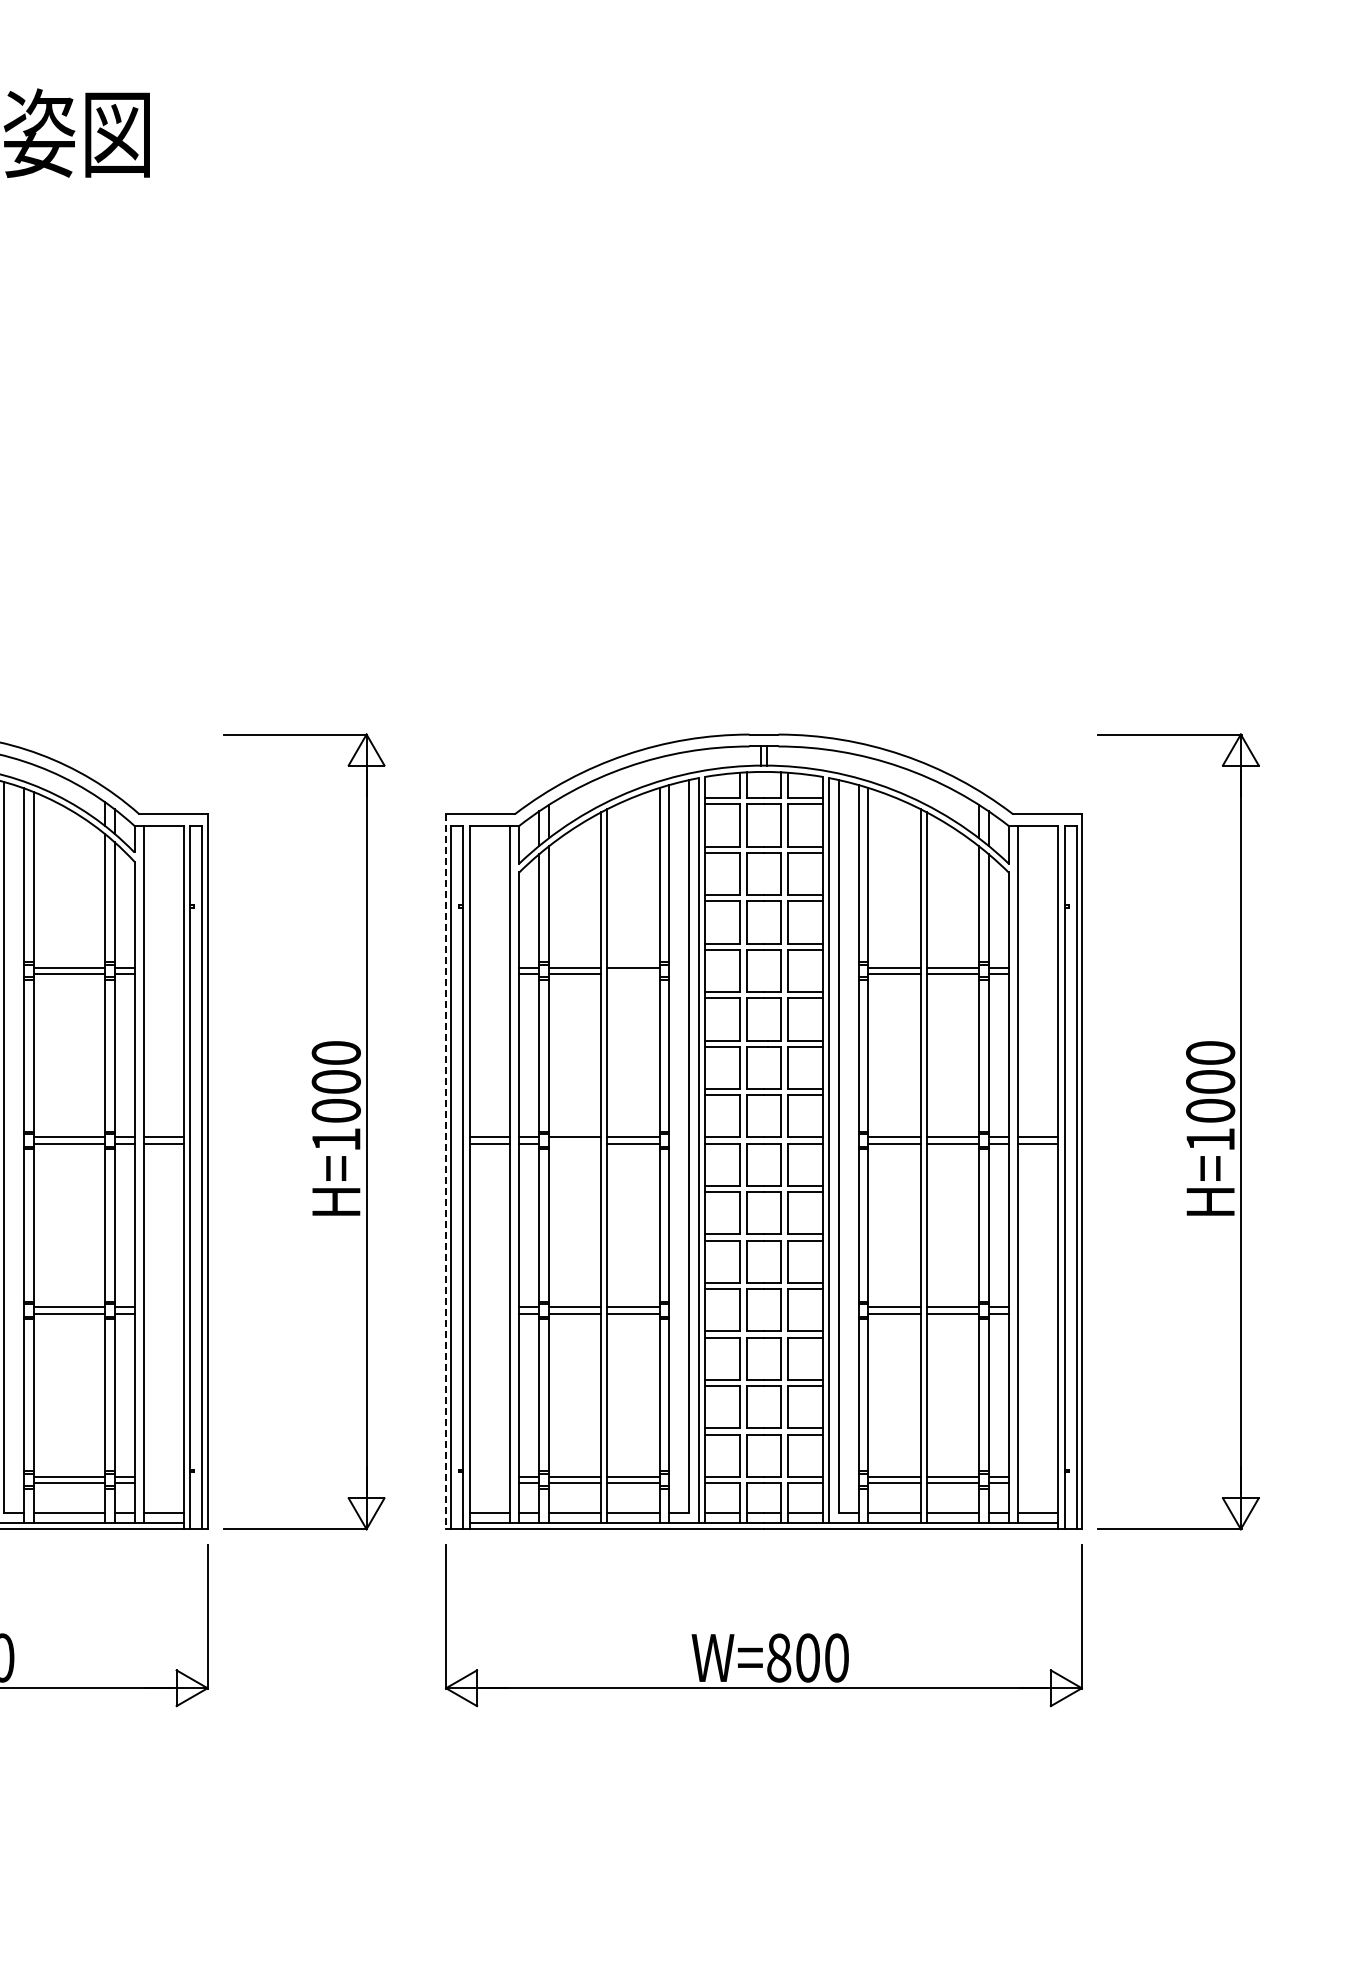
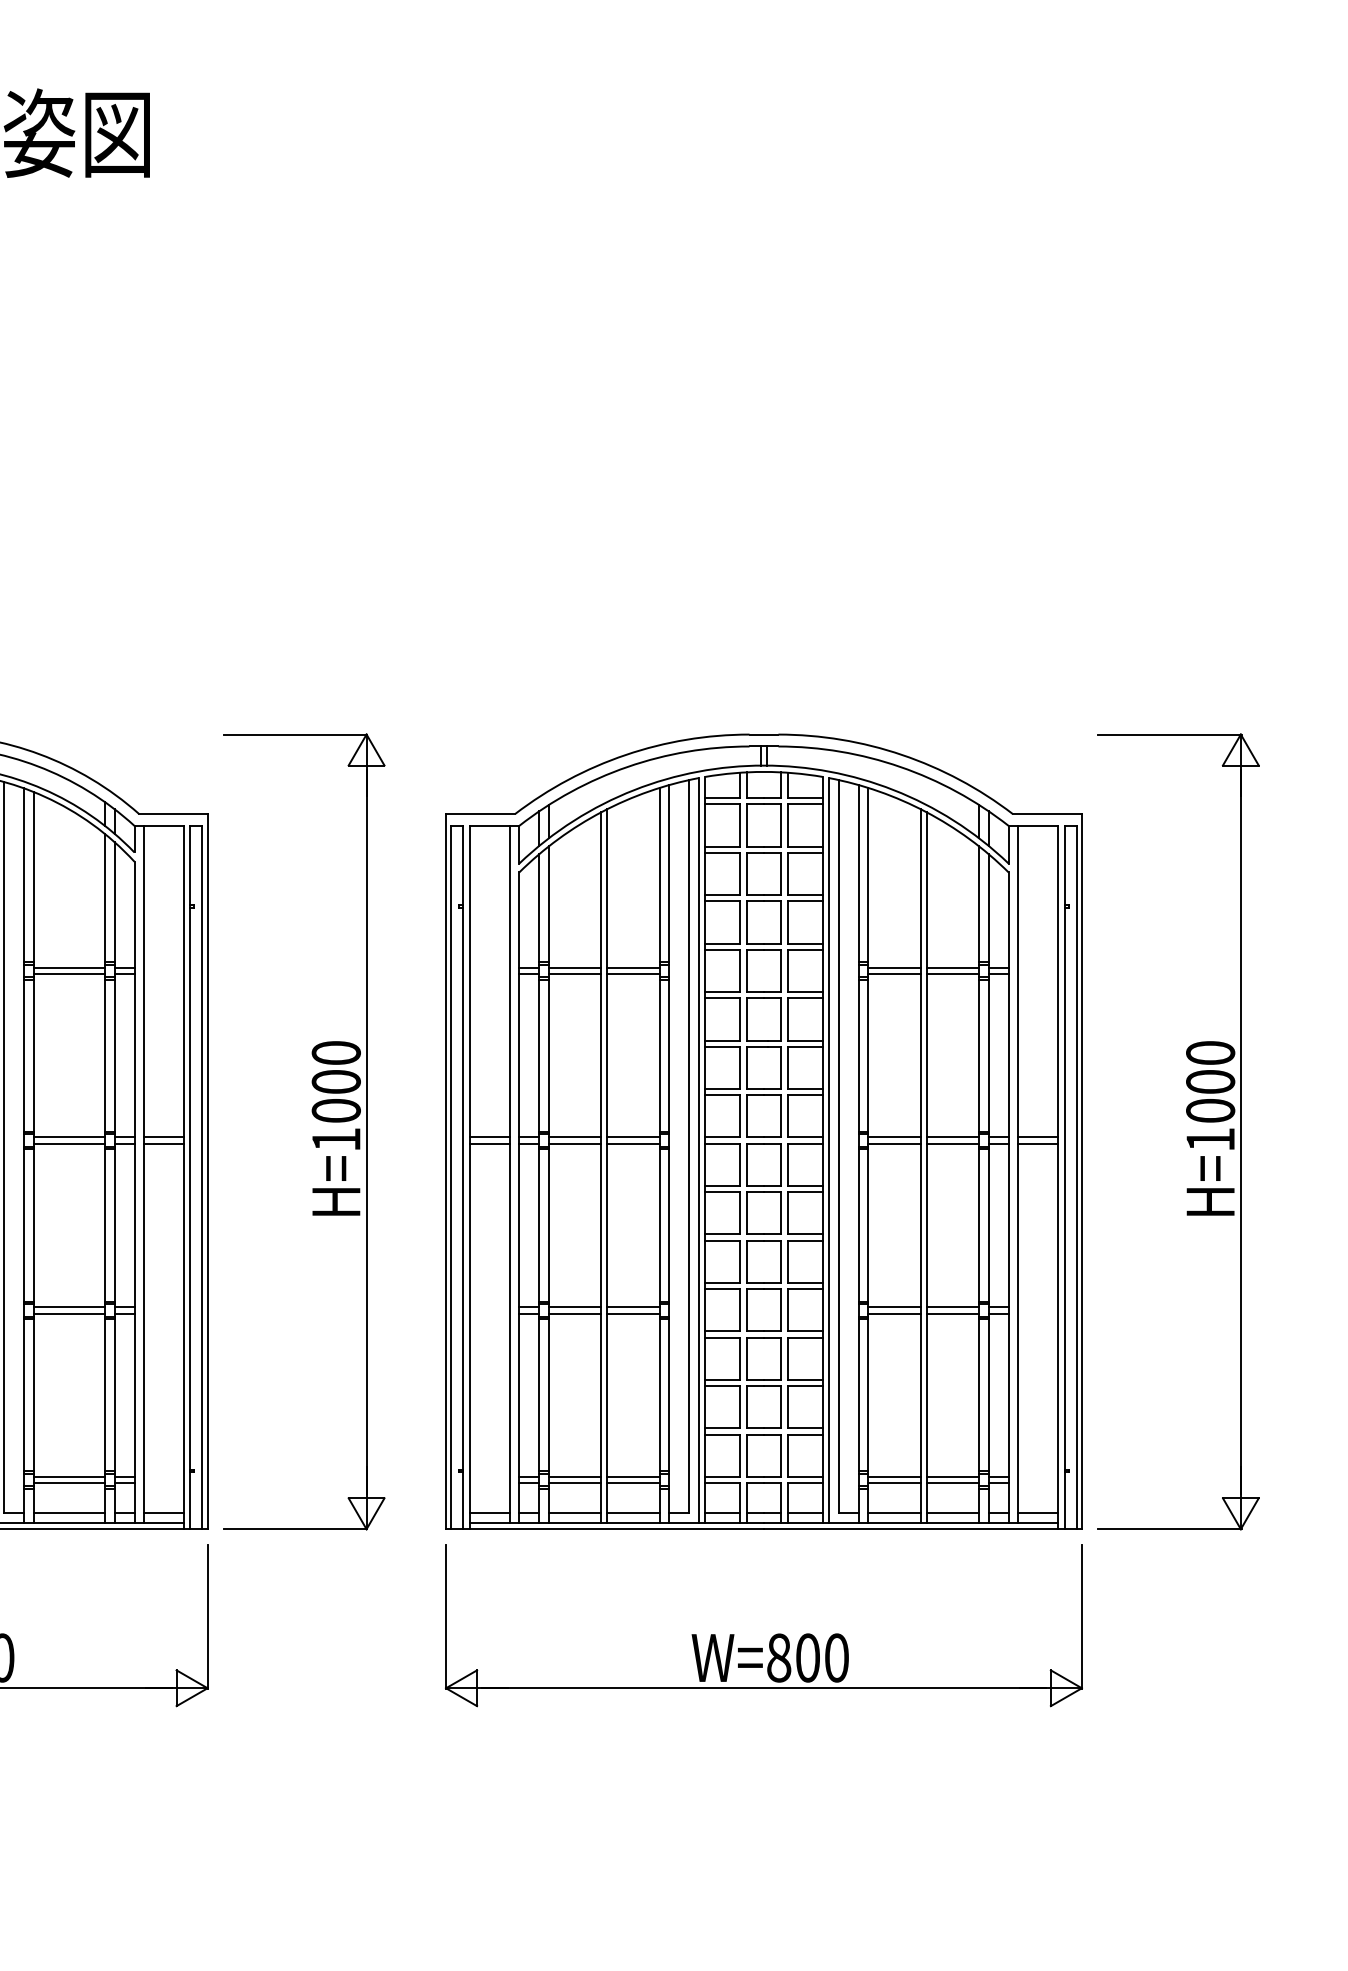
line at (633, 974): none -> present
line at (574, 1143): none -> present
line at (446, 1171): dashed -> solid
